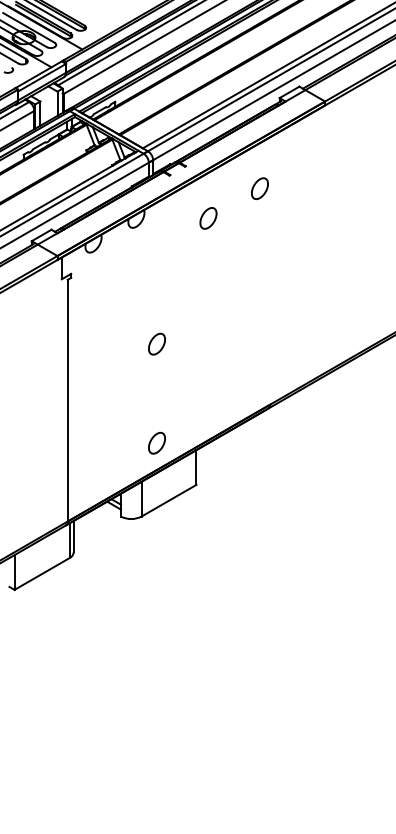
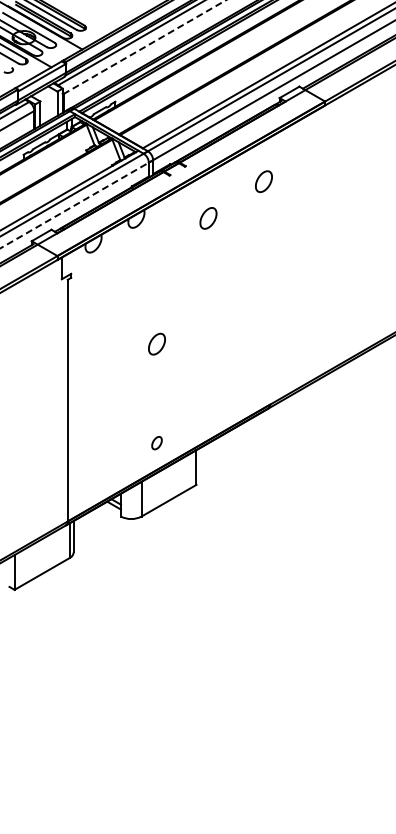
line at (144, 47): solid -> dashed
part at (259, 188) position: (259, 188) -> (263, 181)
line at (76, 204): solid -> dashed
part at (156, 442) size: 18x24 px -> 12x15 px
